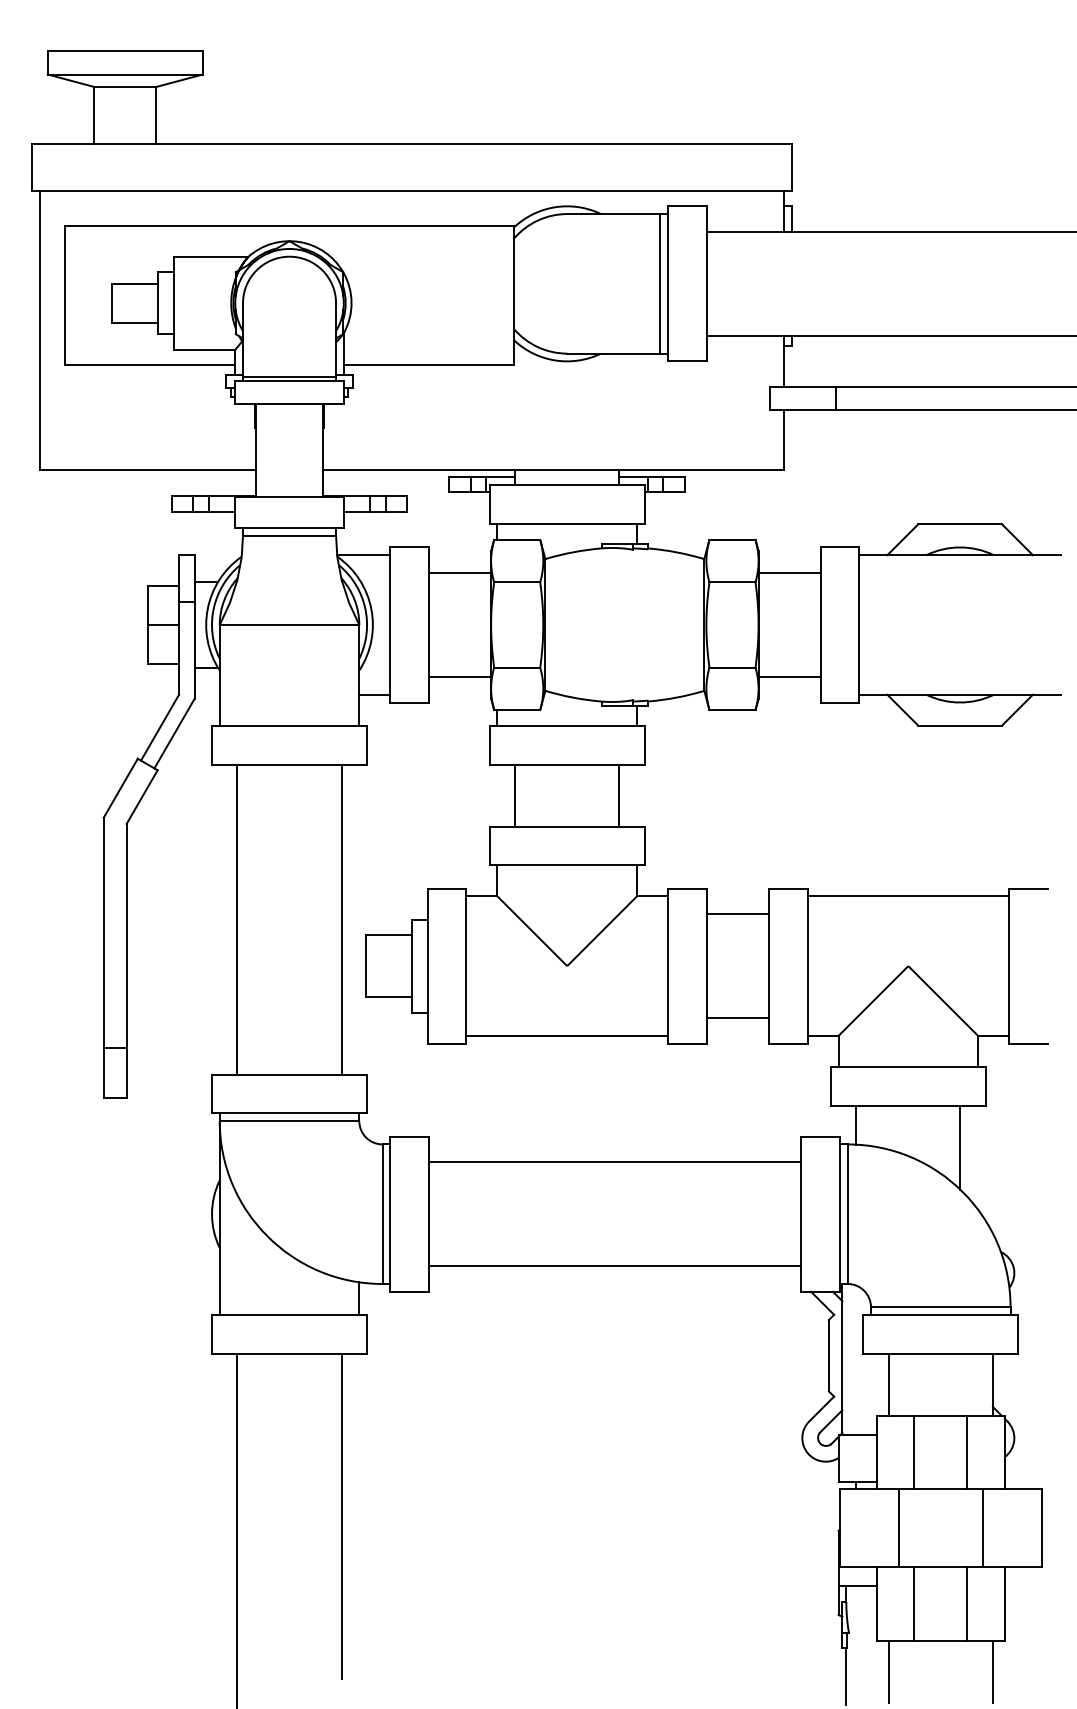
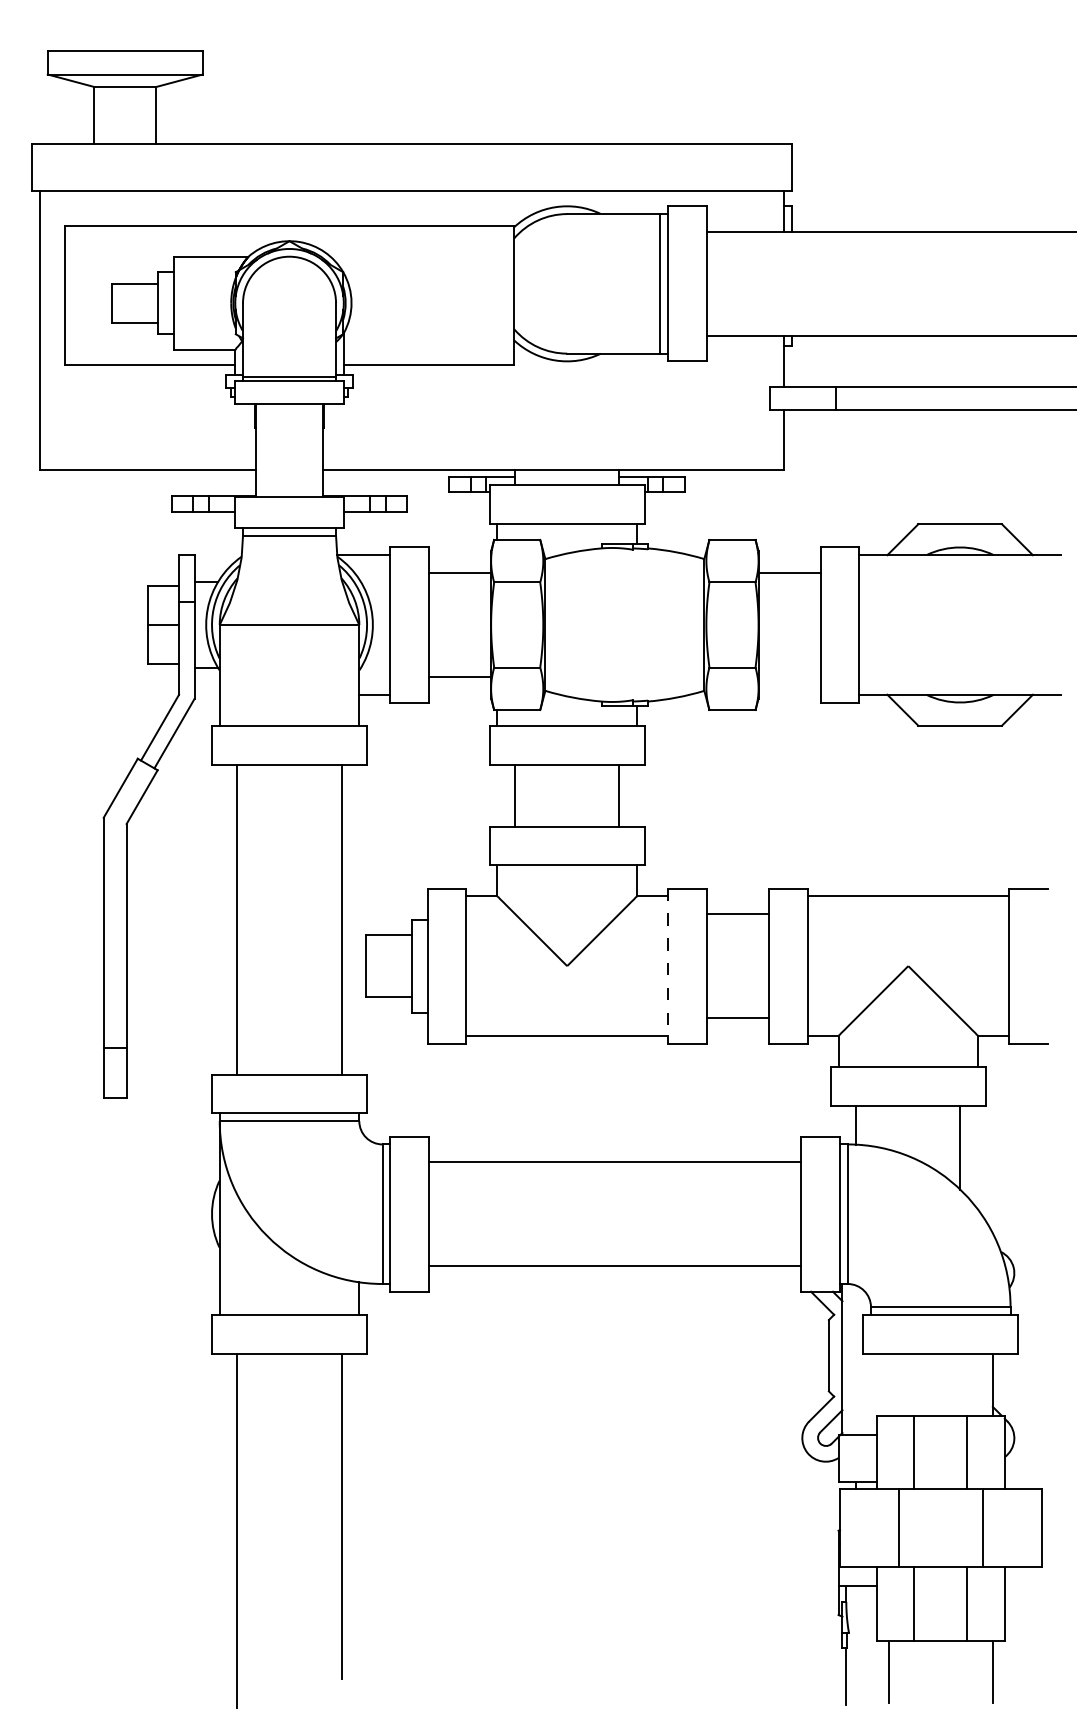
line at (789, 677): present -> none
line at (668, 966): solid -> dashed
line at (888, 1384): present -> none
